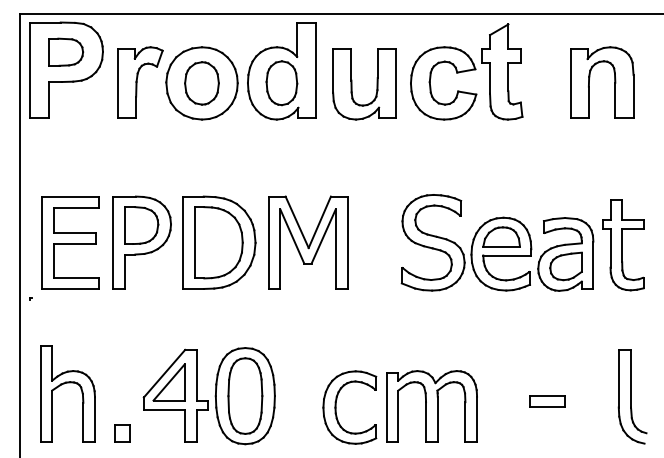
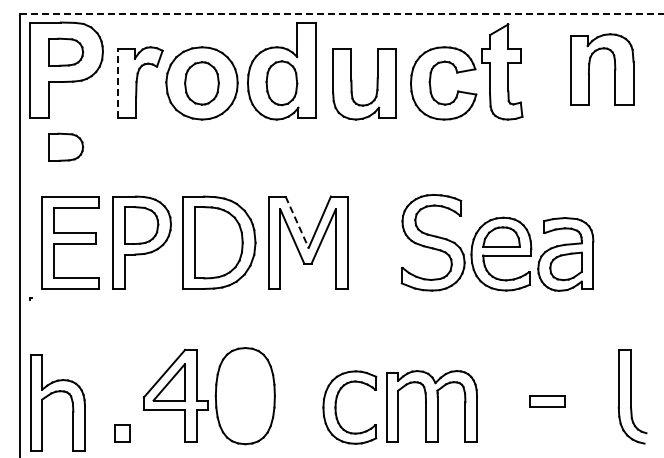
line at (341, 13): solid -> dashed
part at (614, 82) position: (614, 82) -> (614, 69)
line at (117, 83): solid -> dashed
part at (66, 146): none -> present
line at (297, 222): solid -> dashed
part at (623, 245): present -> none
part at (64, 384) position: (64, 384) -> (54, 393)
part at (245, 395): present -> none
